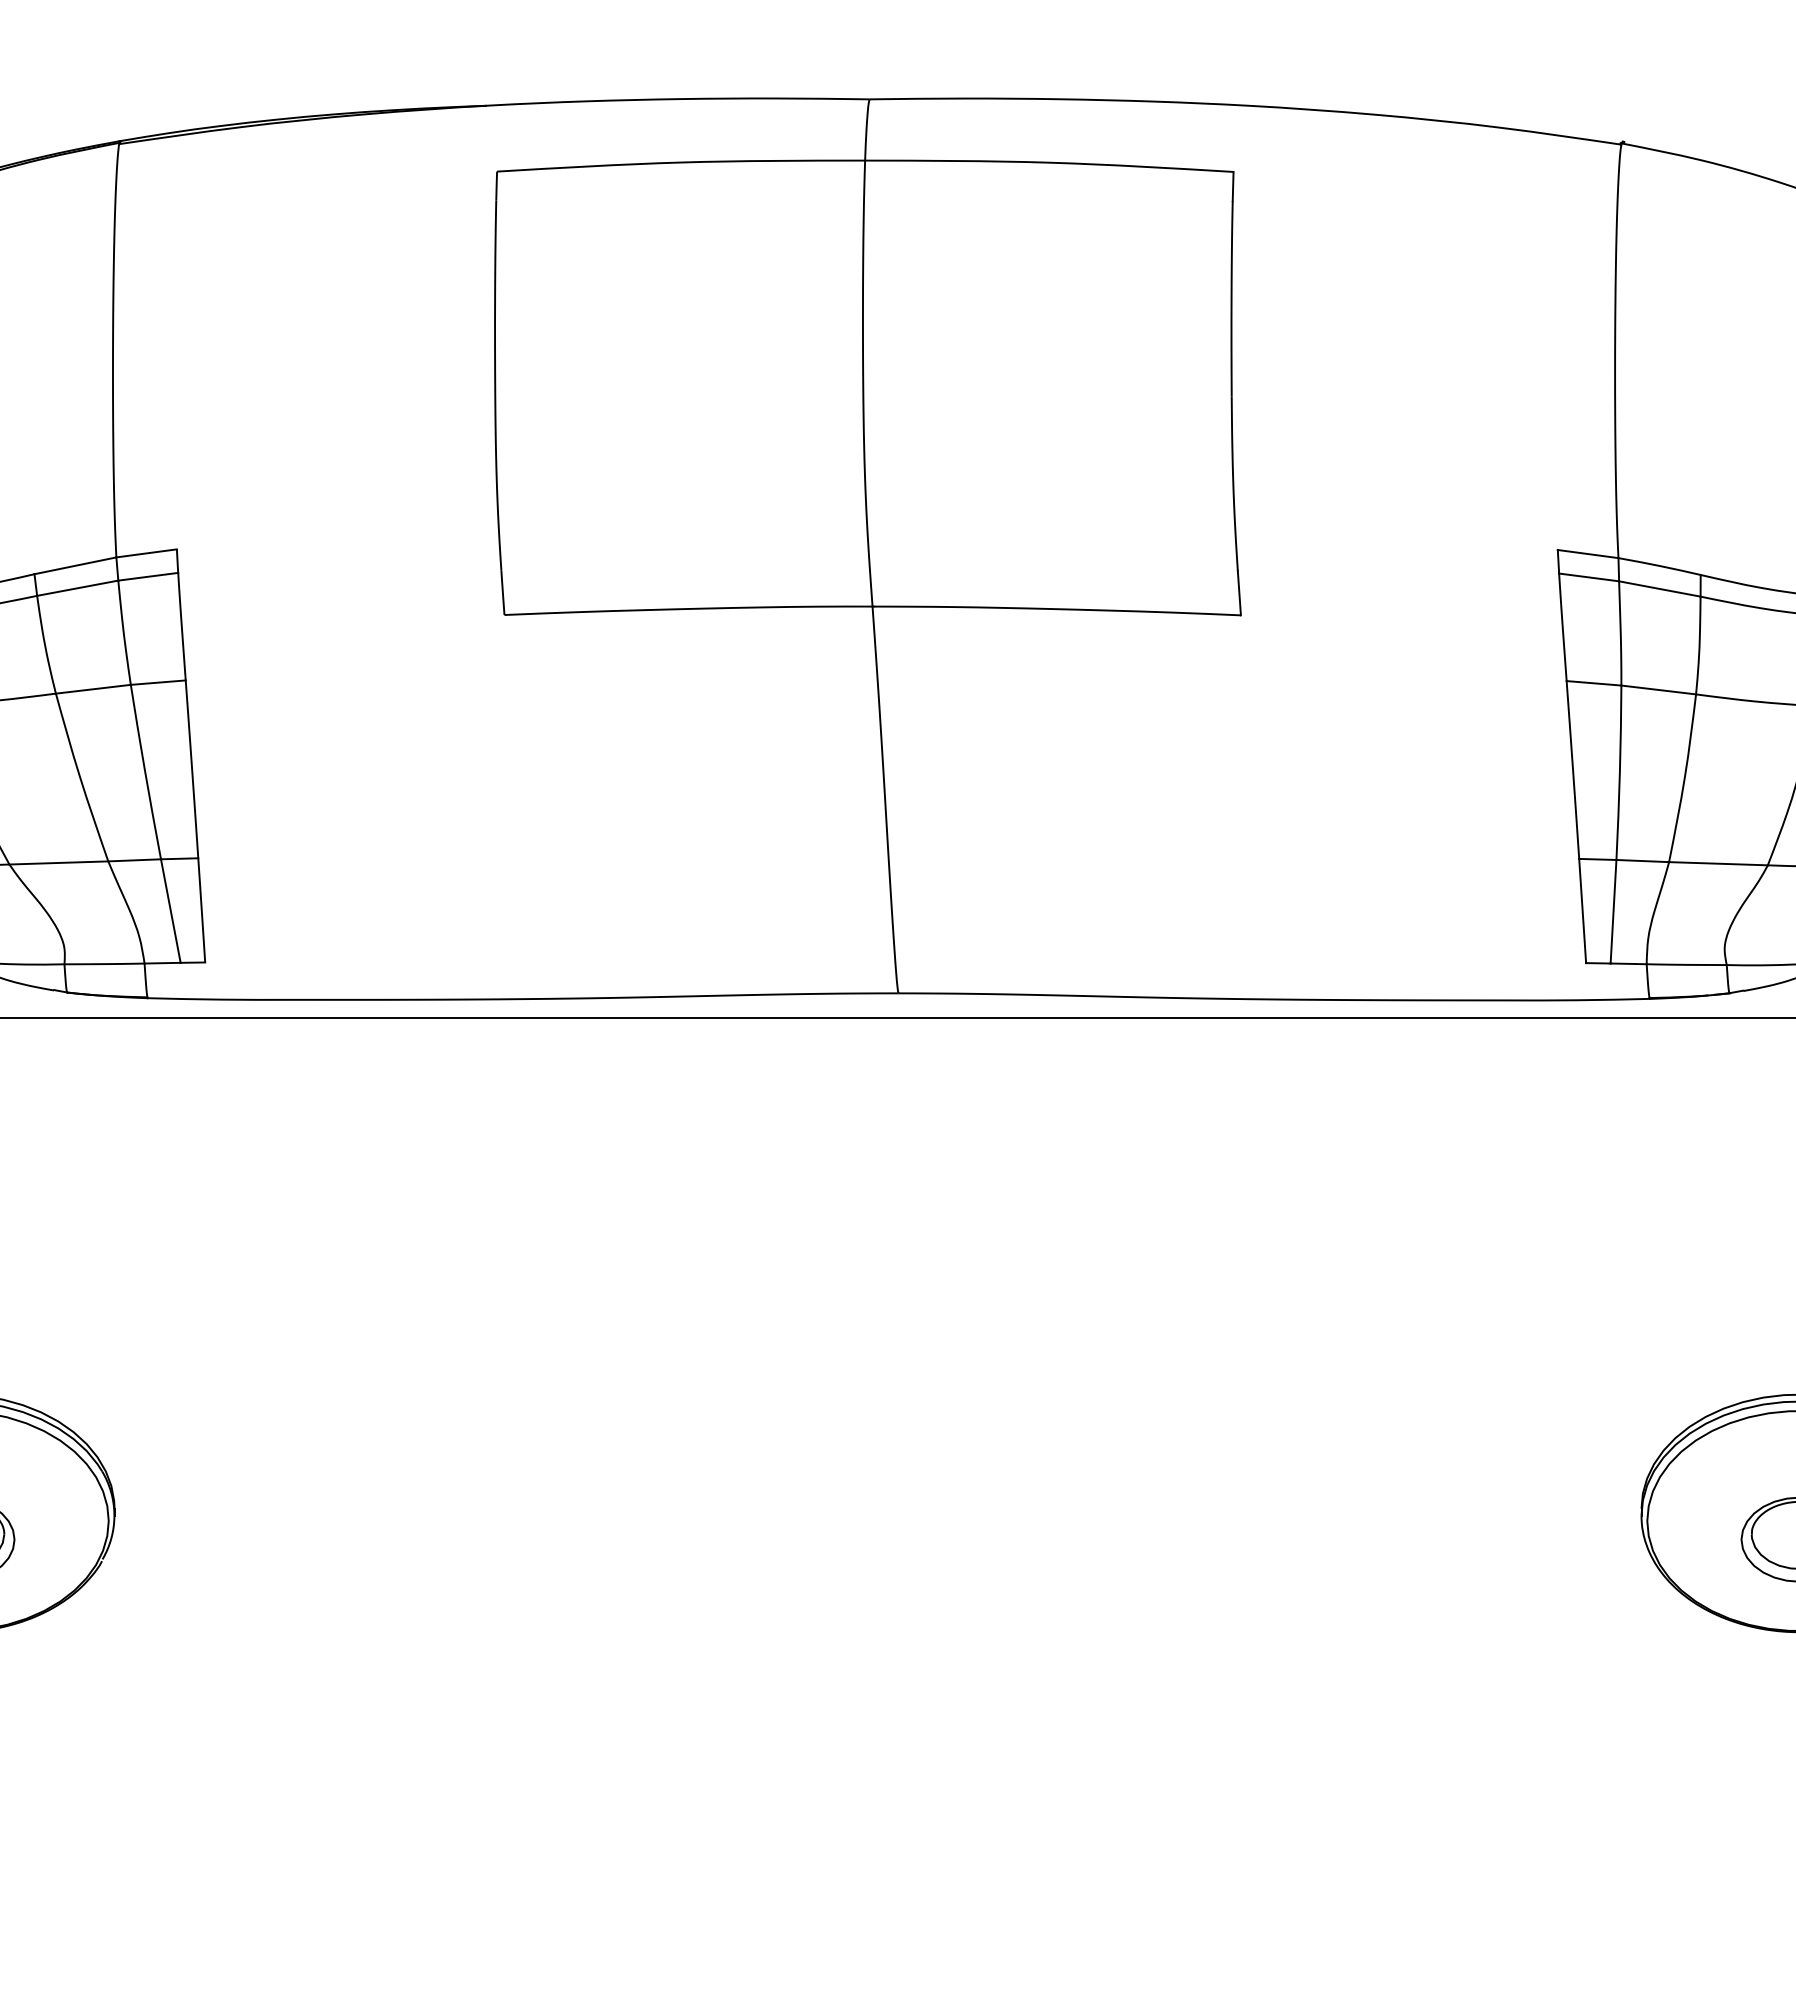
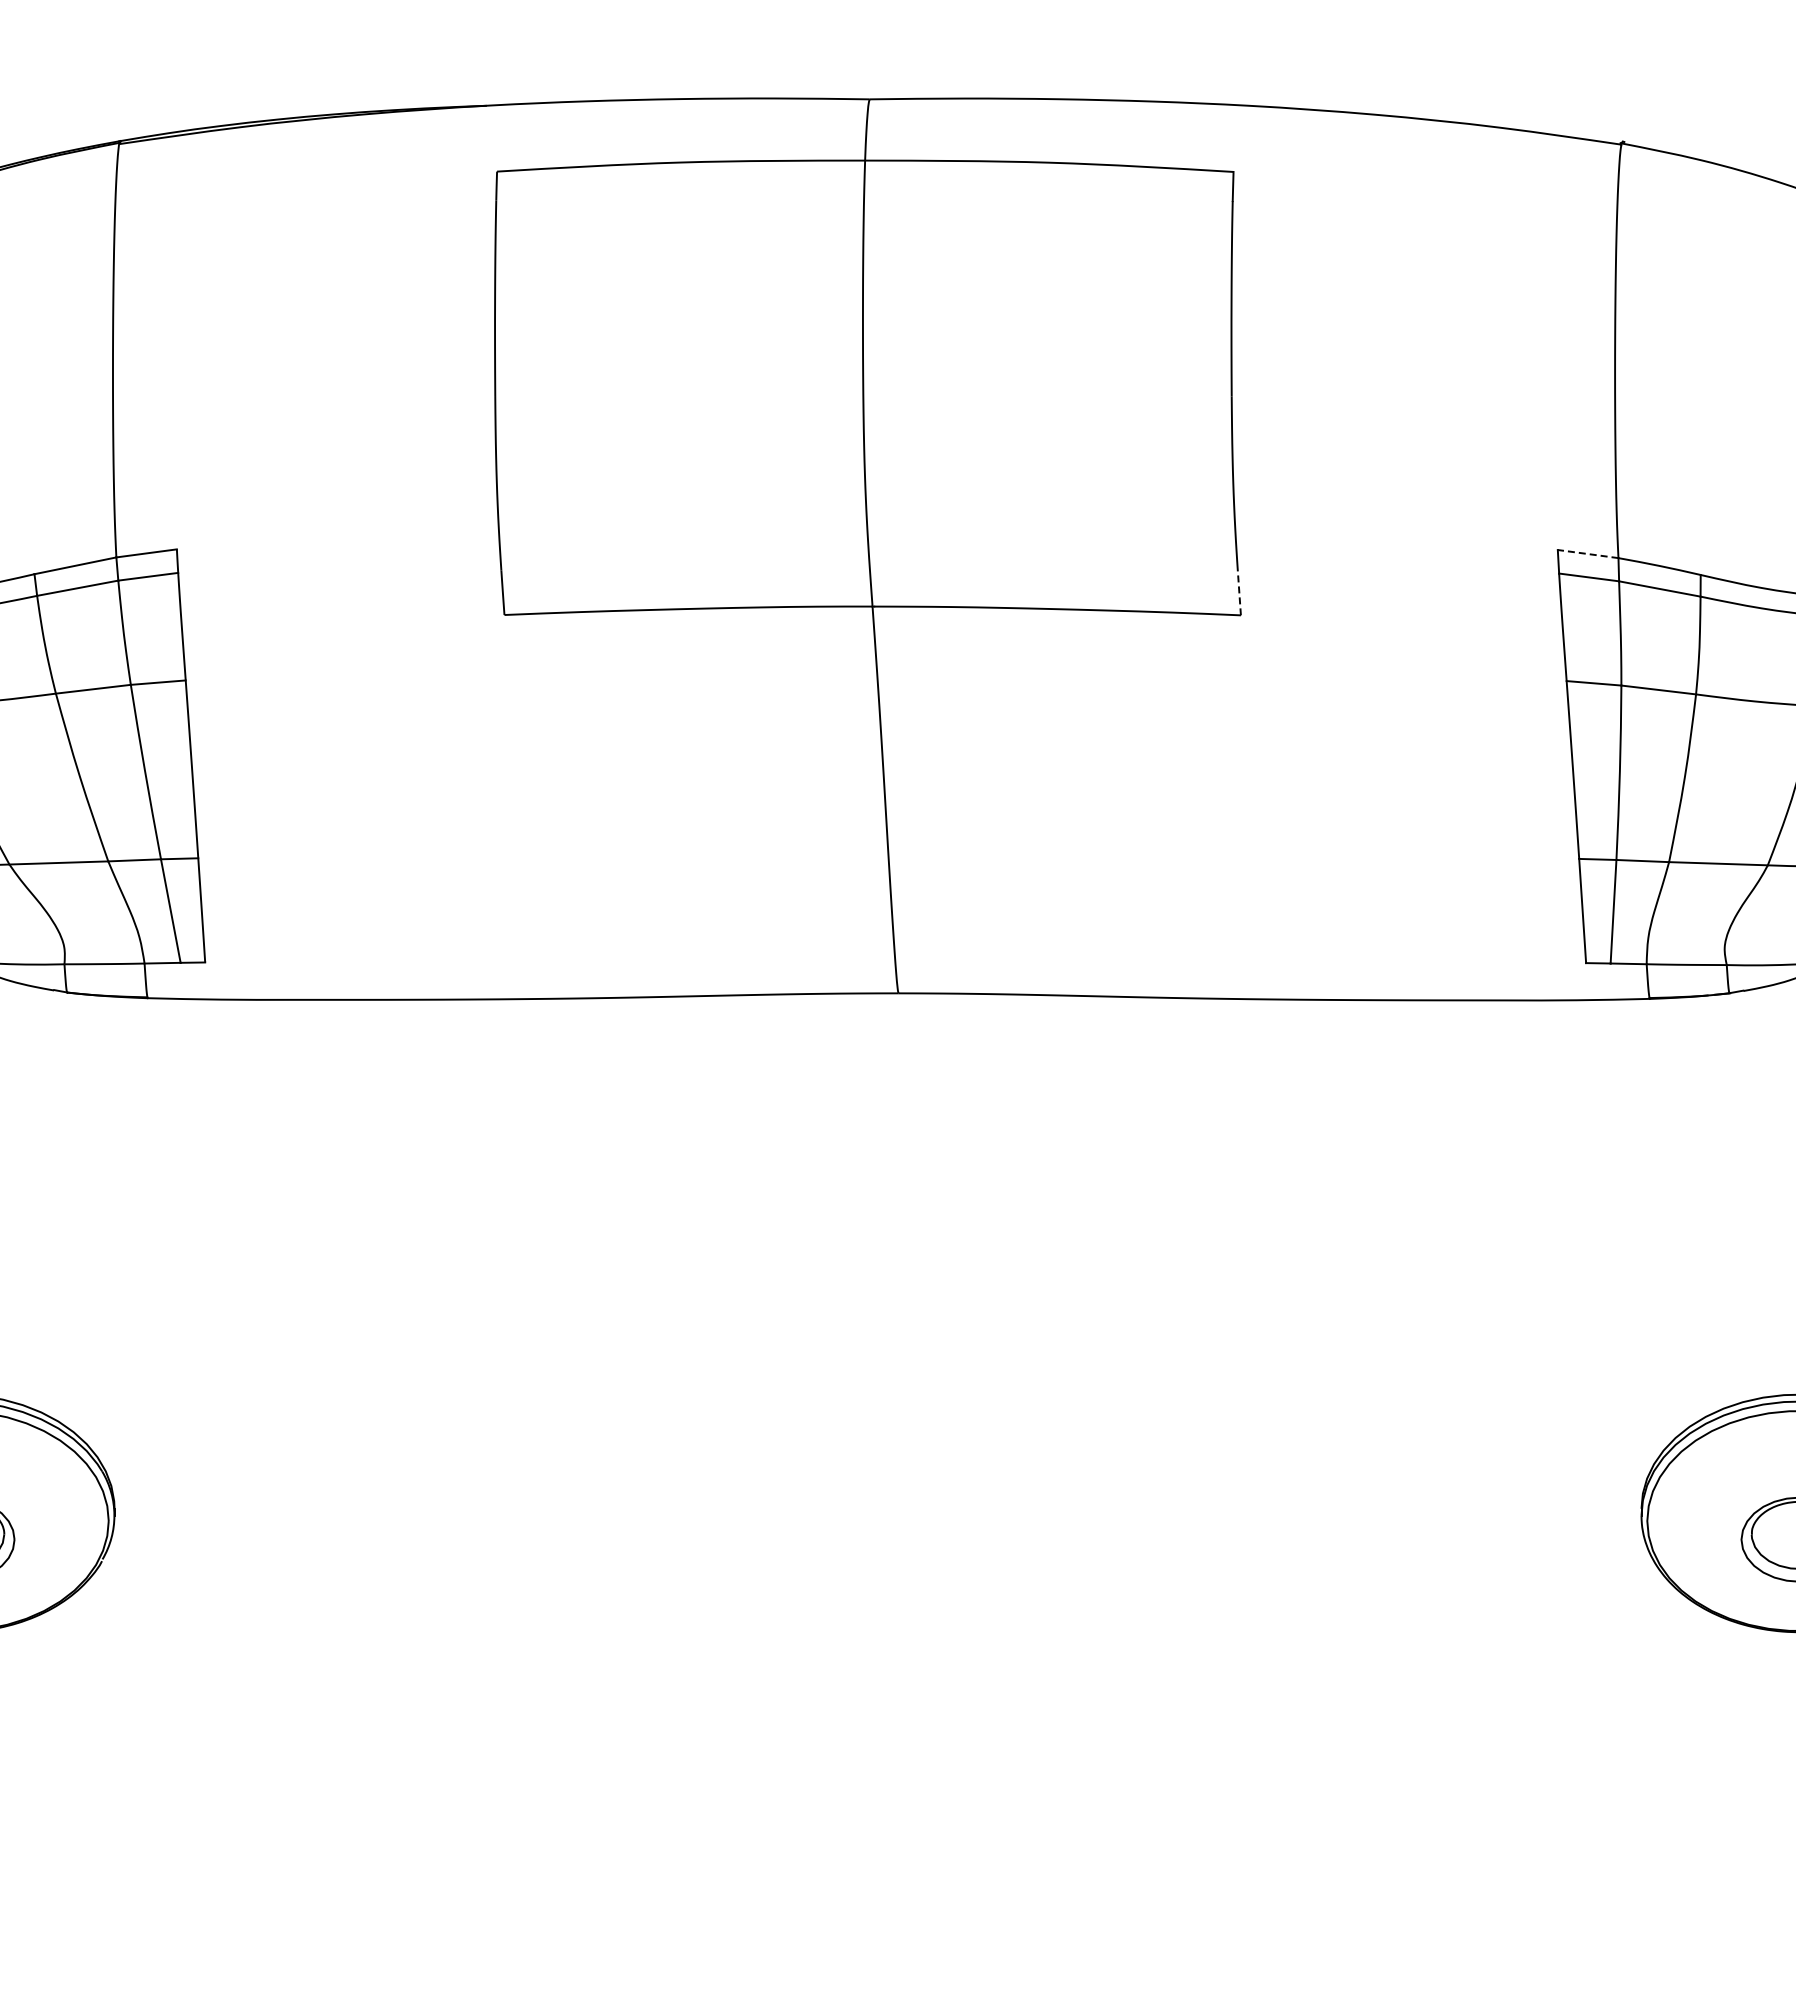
line at (1588, 554): solid -> dashed
line at (1239, 592): solid -> dashed
line at (897, 1018): present -> none
